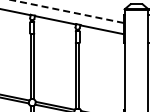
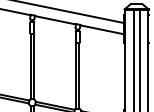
line at (67, 11): dashed -> solid
line at (133, 58): none -> present
line at (139, 58): none -> present
